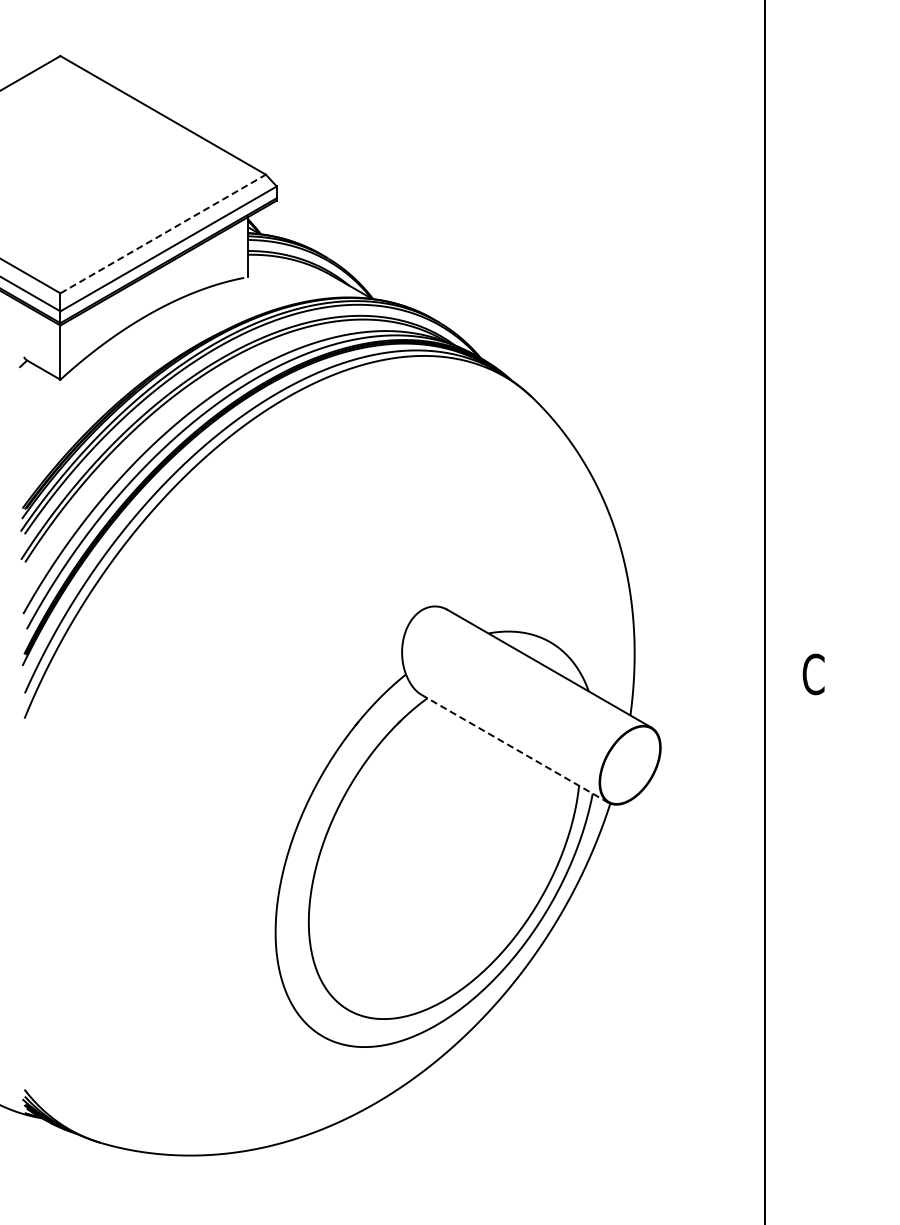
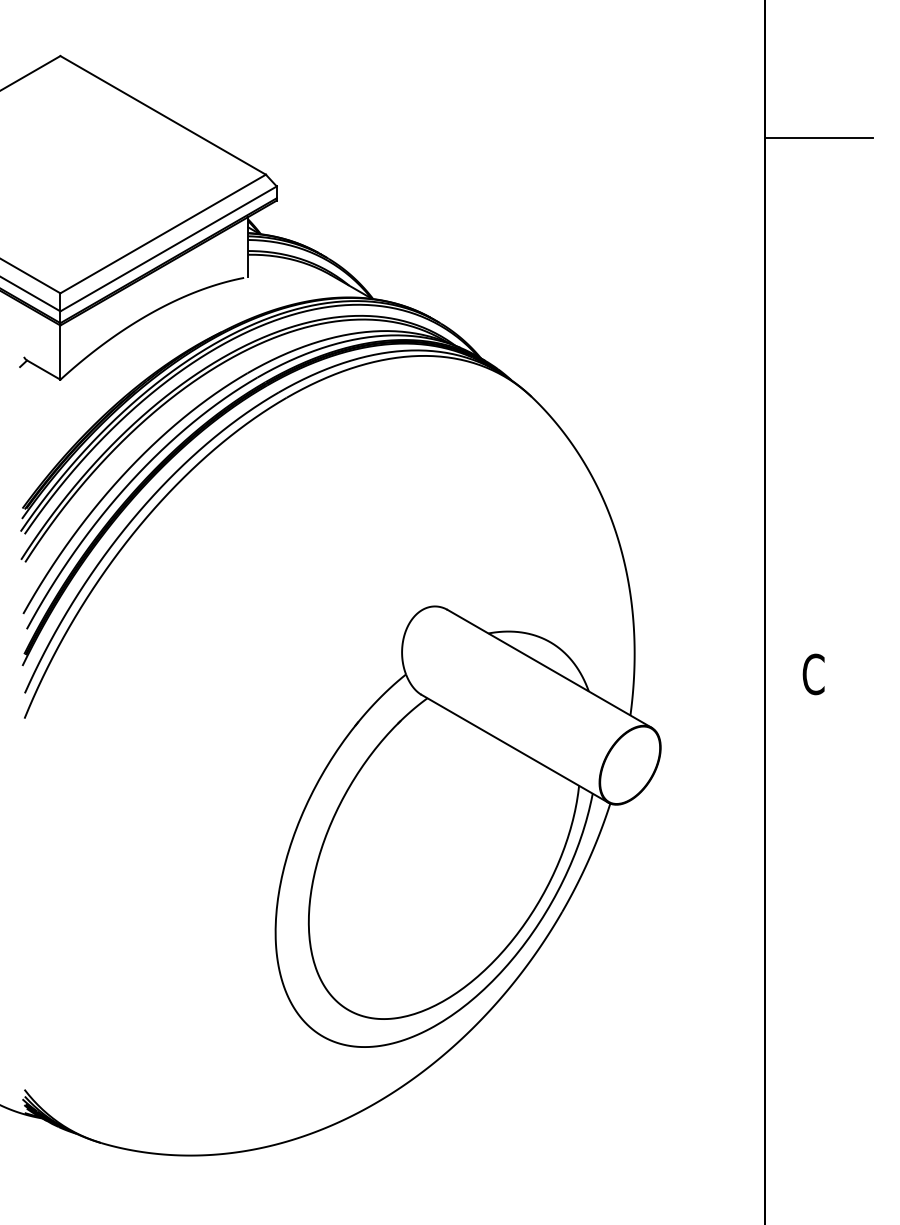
line at (818, 138): none -> present
line at (163, 234): dashed -> solid
line at (515, 748): dashed -> solid
